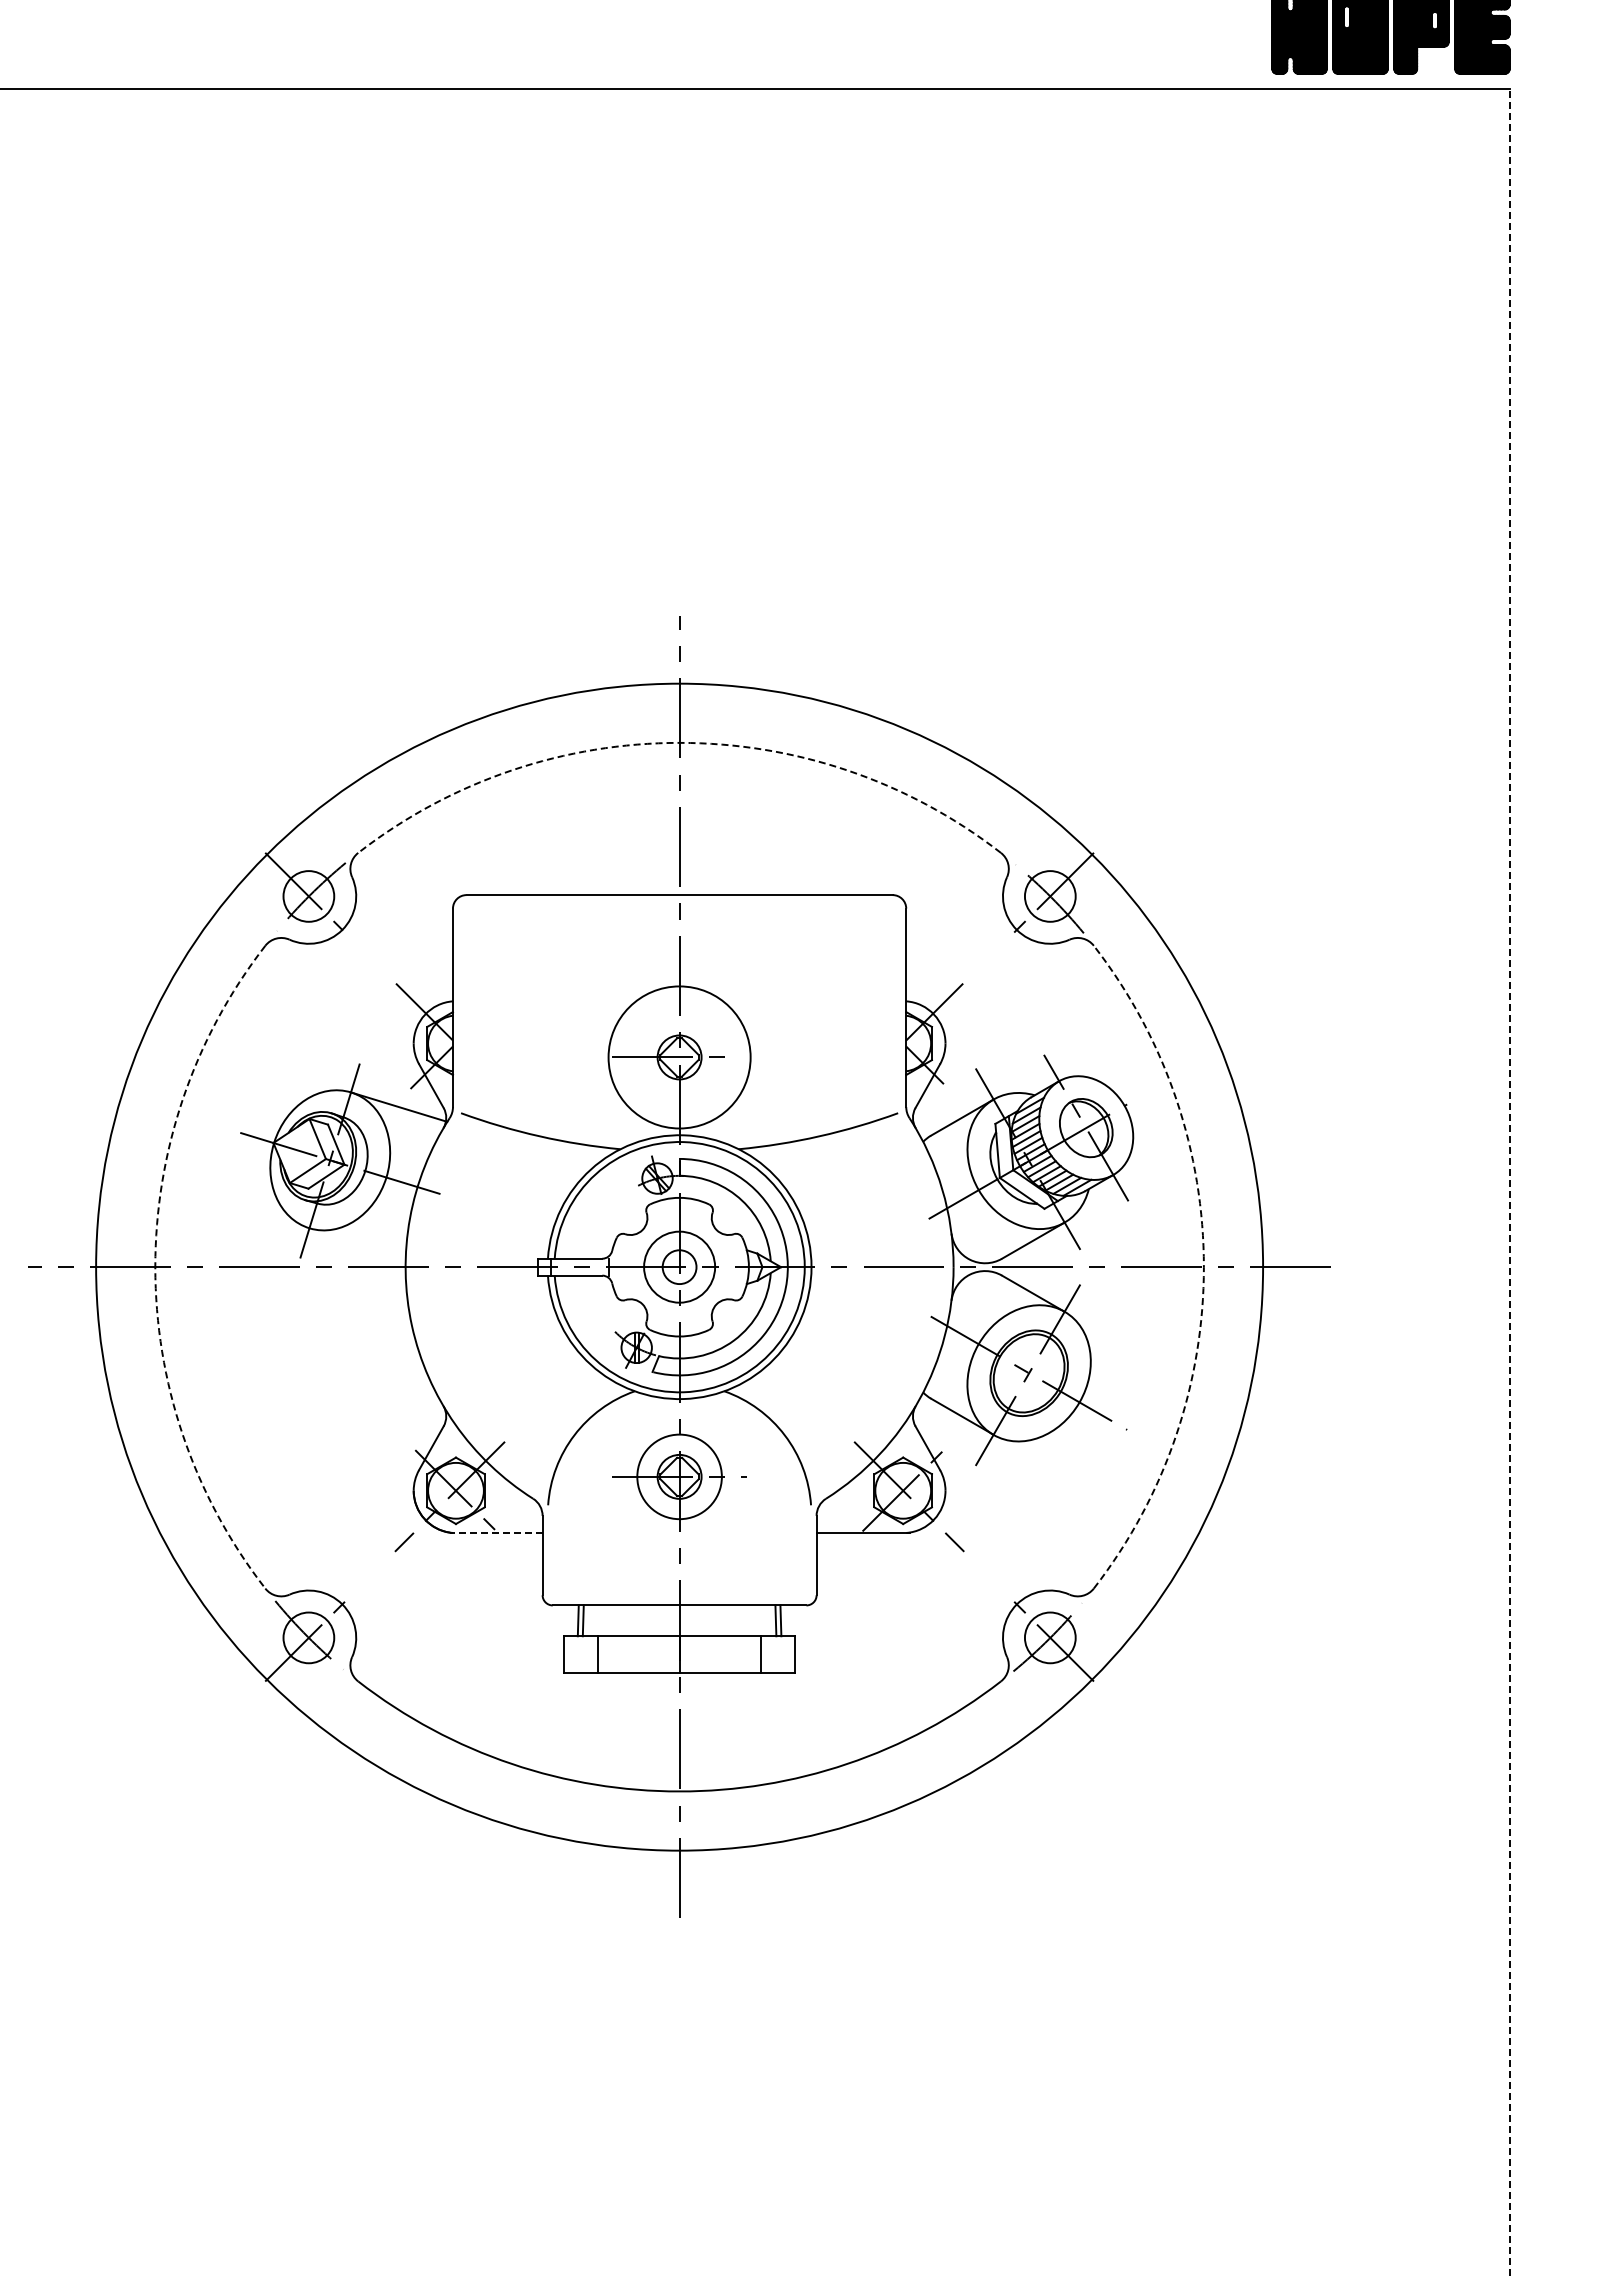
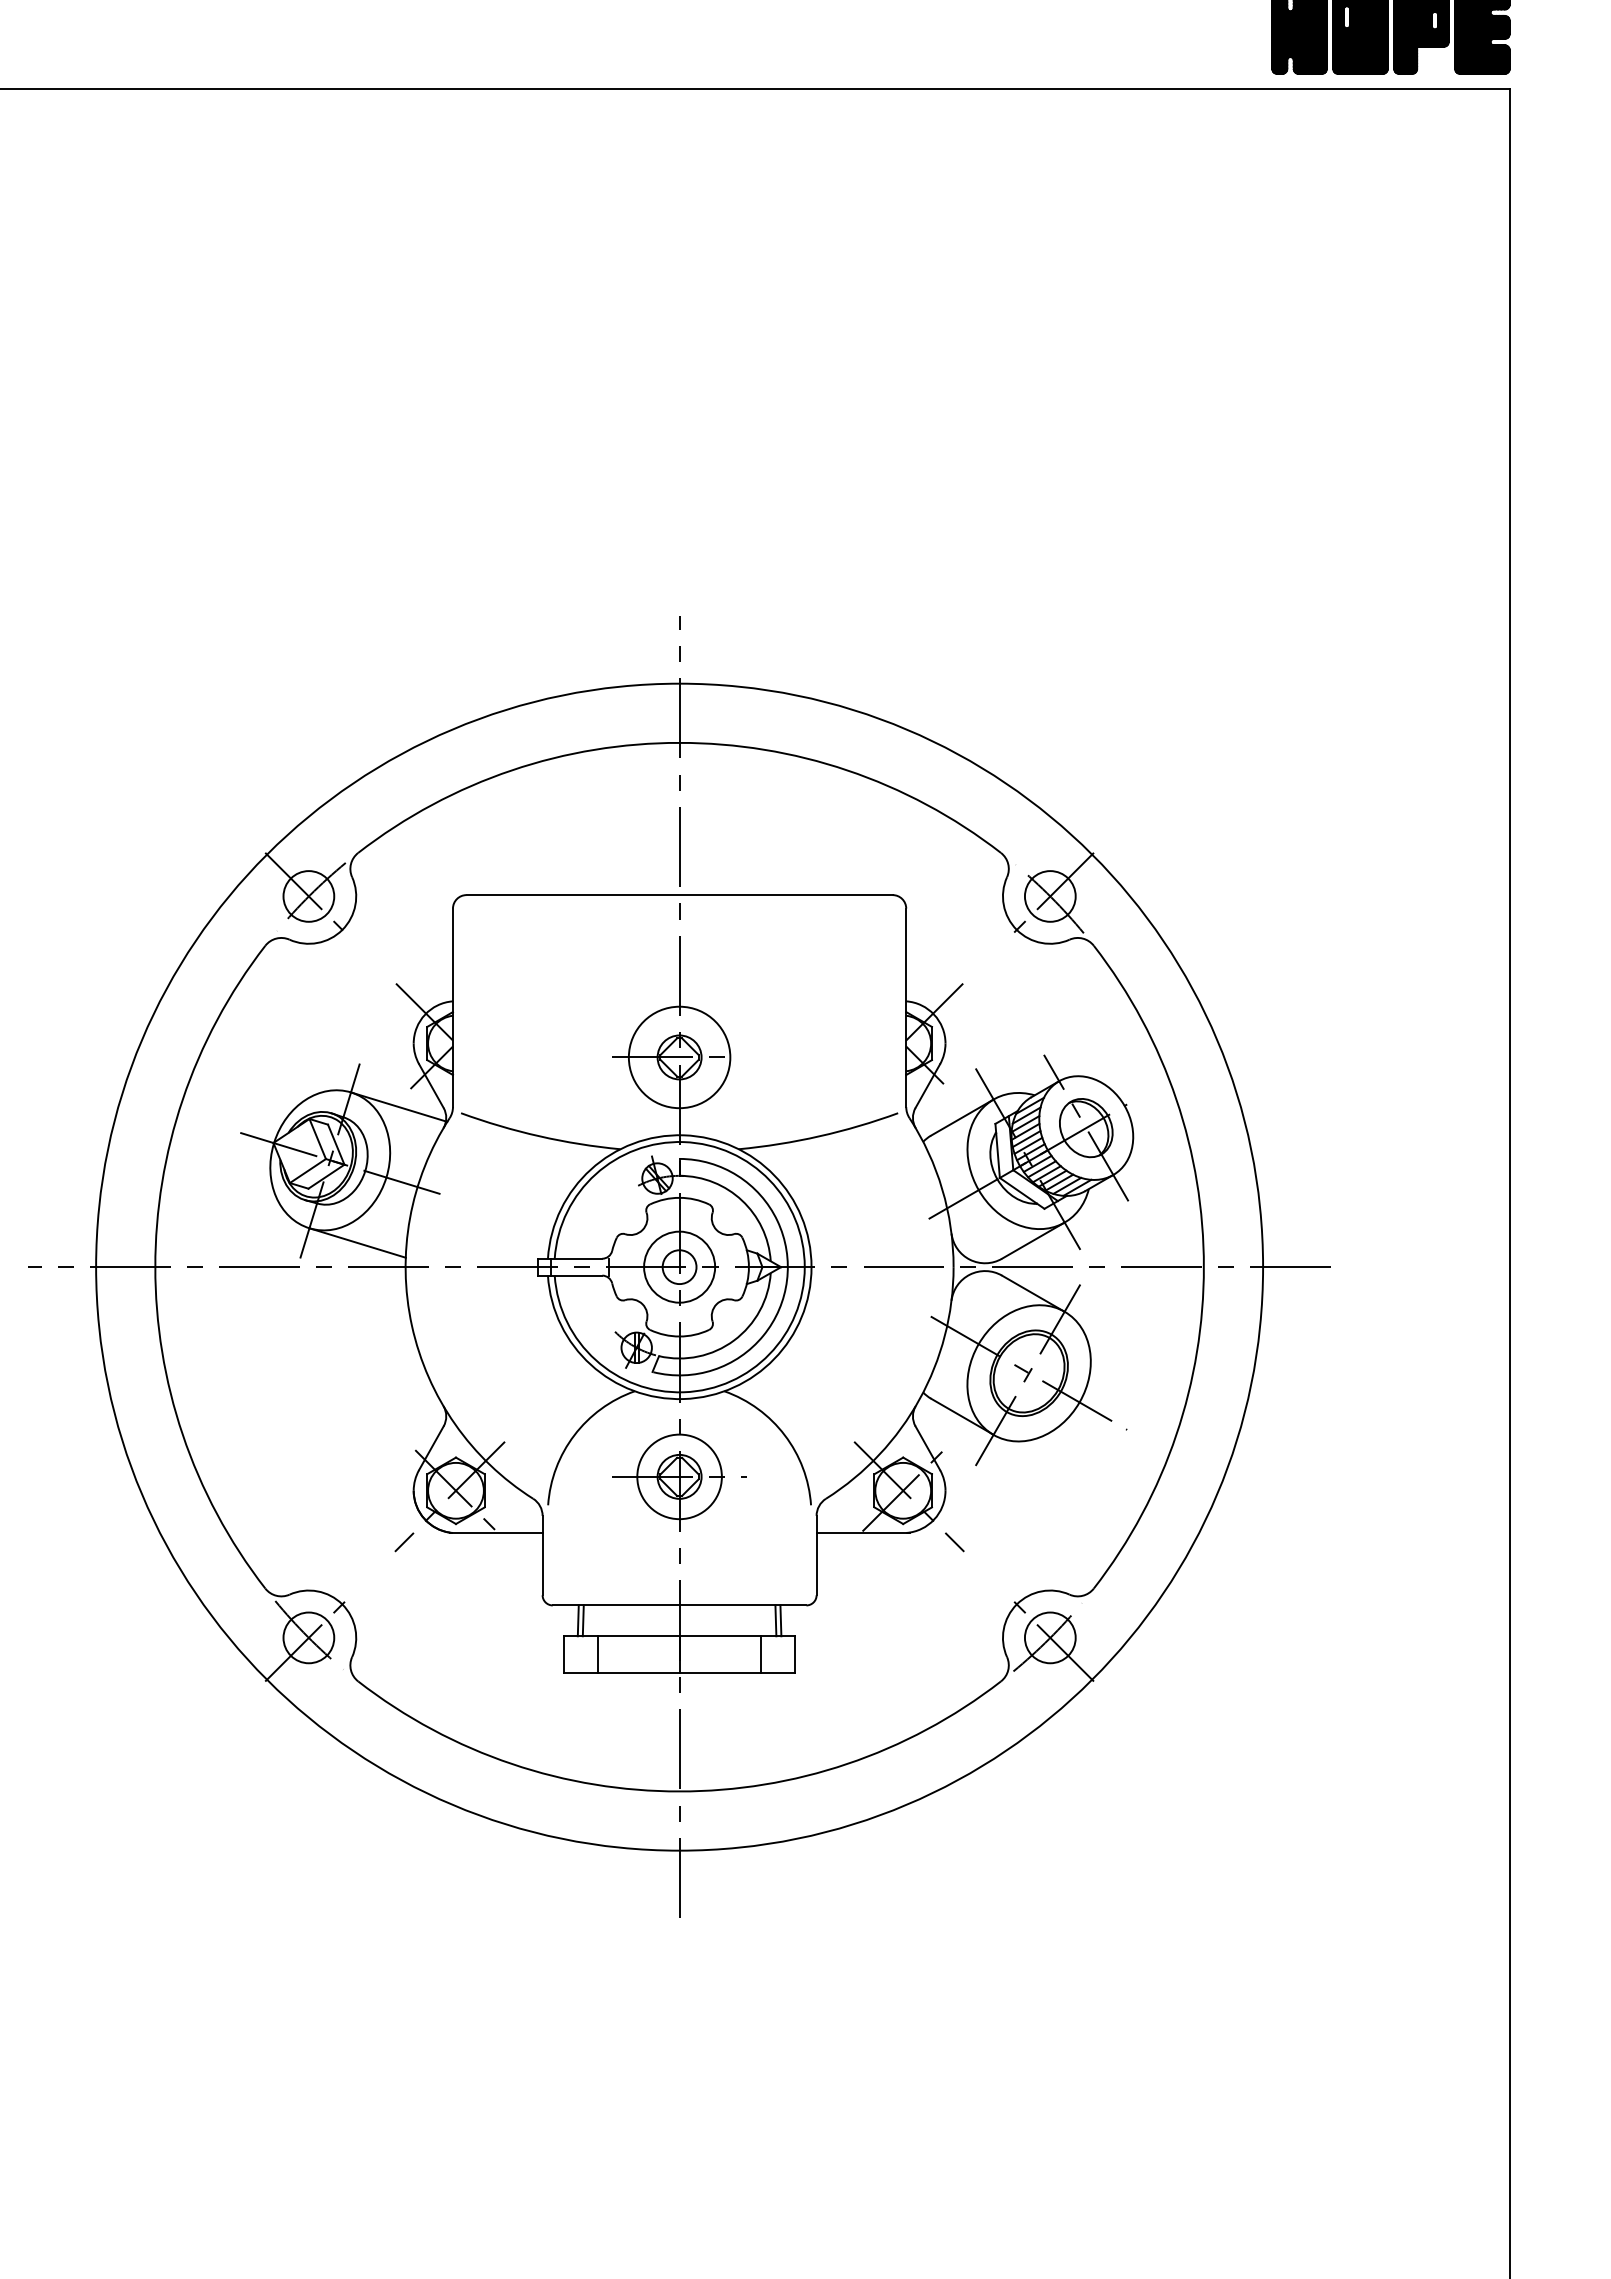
arc at (679, 742): dashed -> solid
circle at (679, 1057) diameter: 142 px -> 101 px
line at (1509, 1183): dashed -> solid
line at (357, 1242): none -> present
arc at (155, 1267): dashed -> solid
arc at (1203, 1267): dashed -> solid
line at (496, 1532): dashed -> solid
